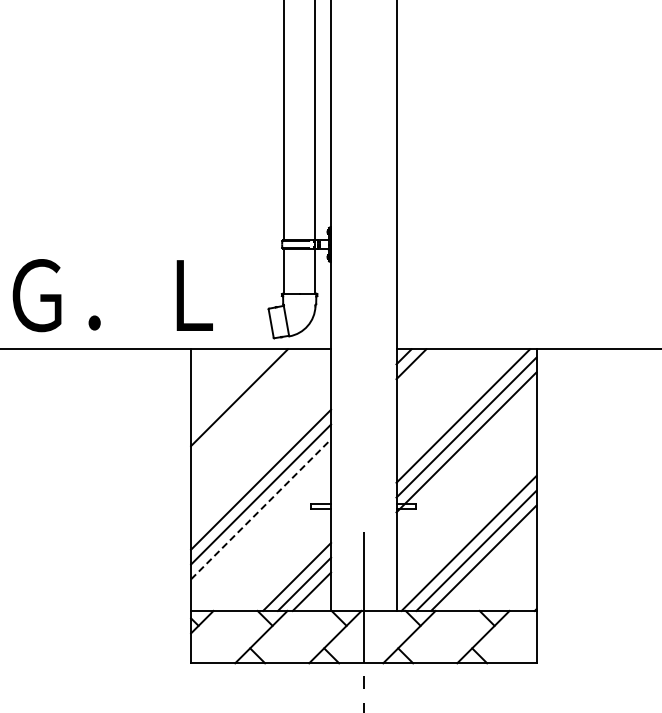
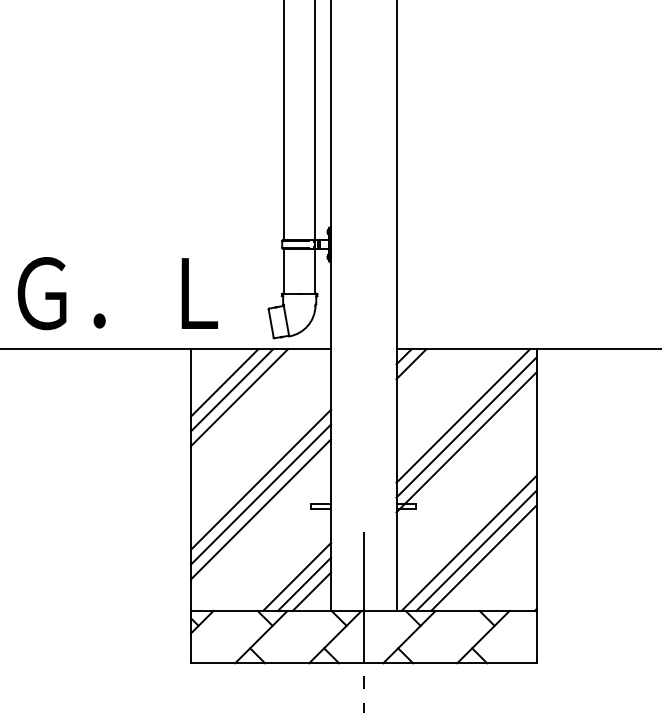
text at (112, 295) position: (112, 295) -> (117, 293)
line at (224, 382): none -> present
line at (232, 390): none -> present
line at (261, 509): dashed -> solid
